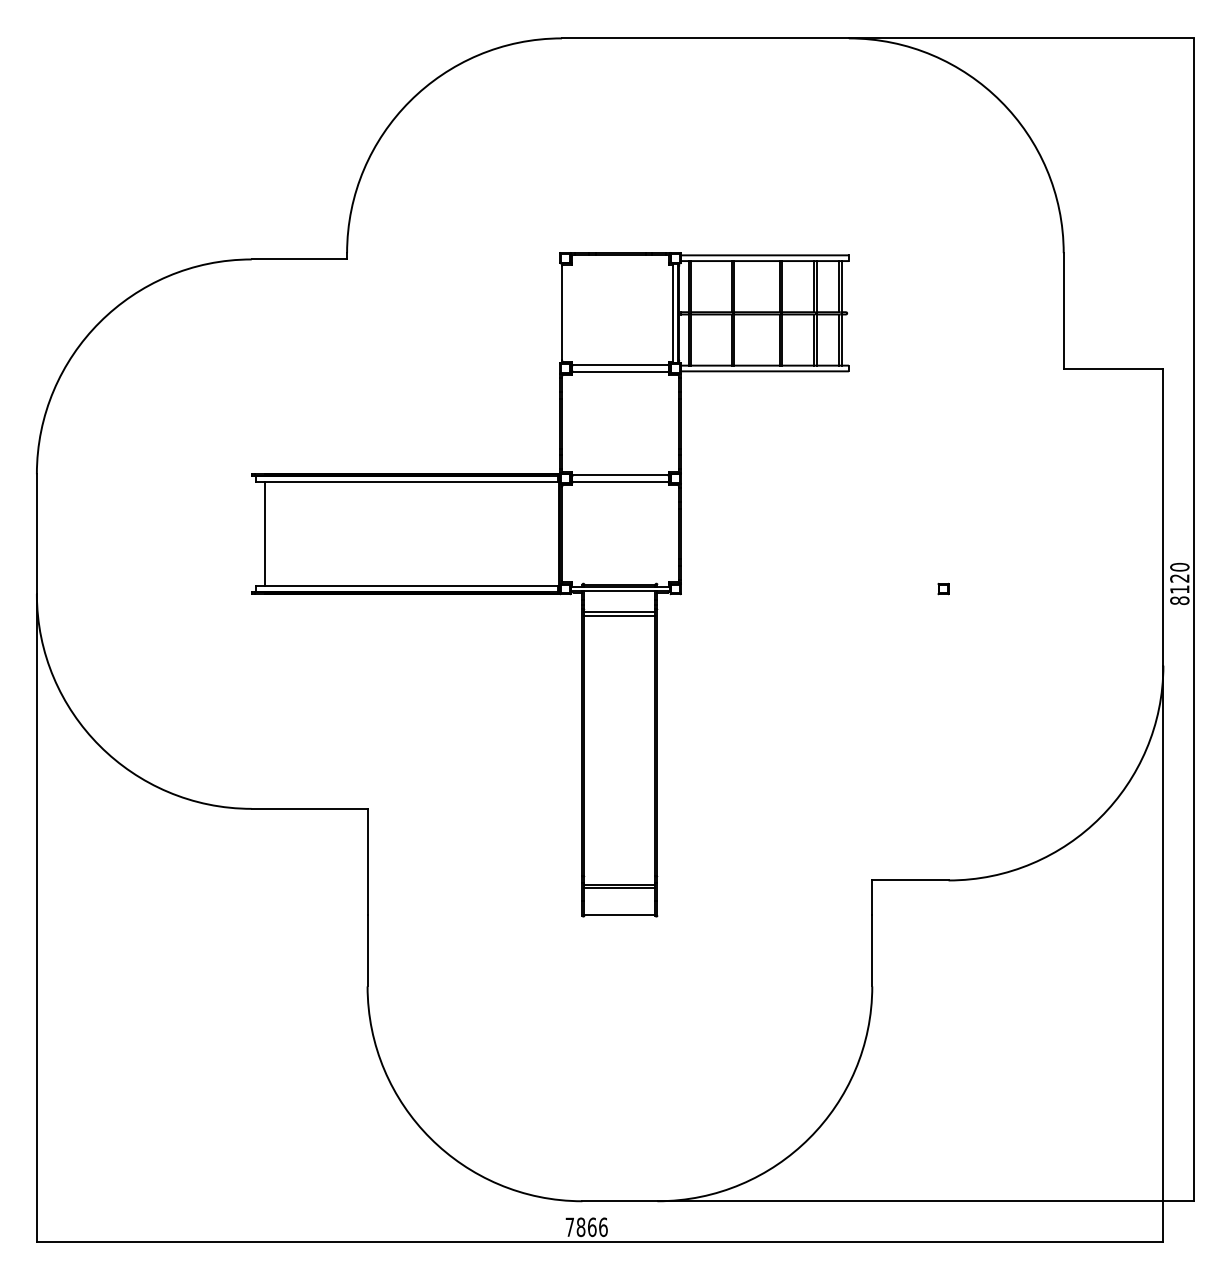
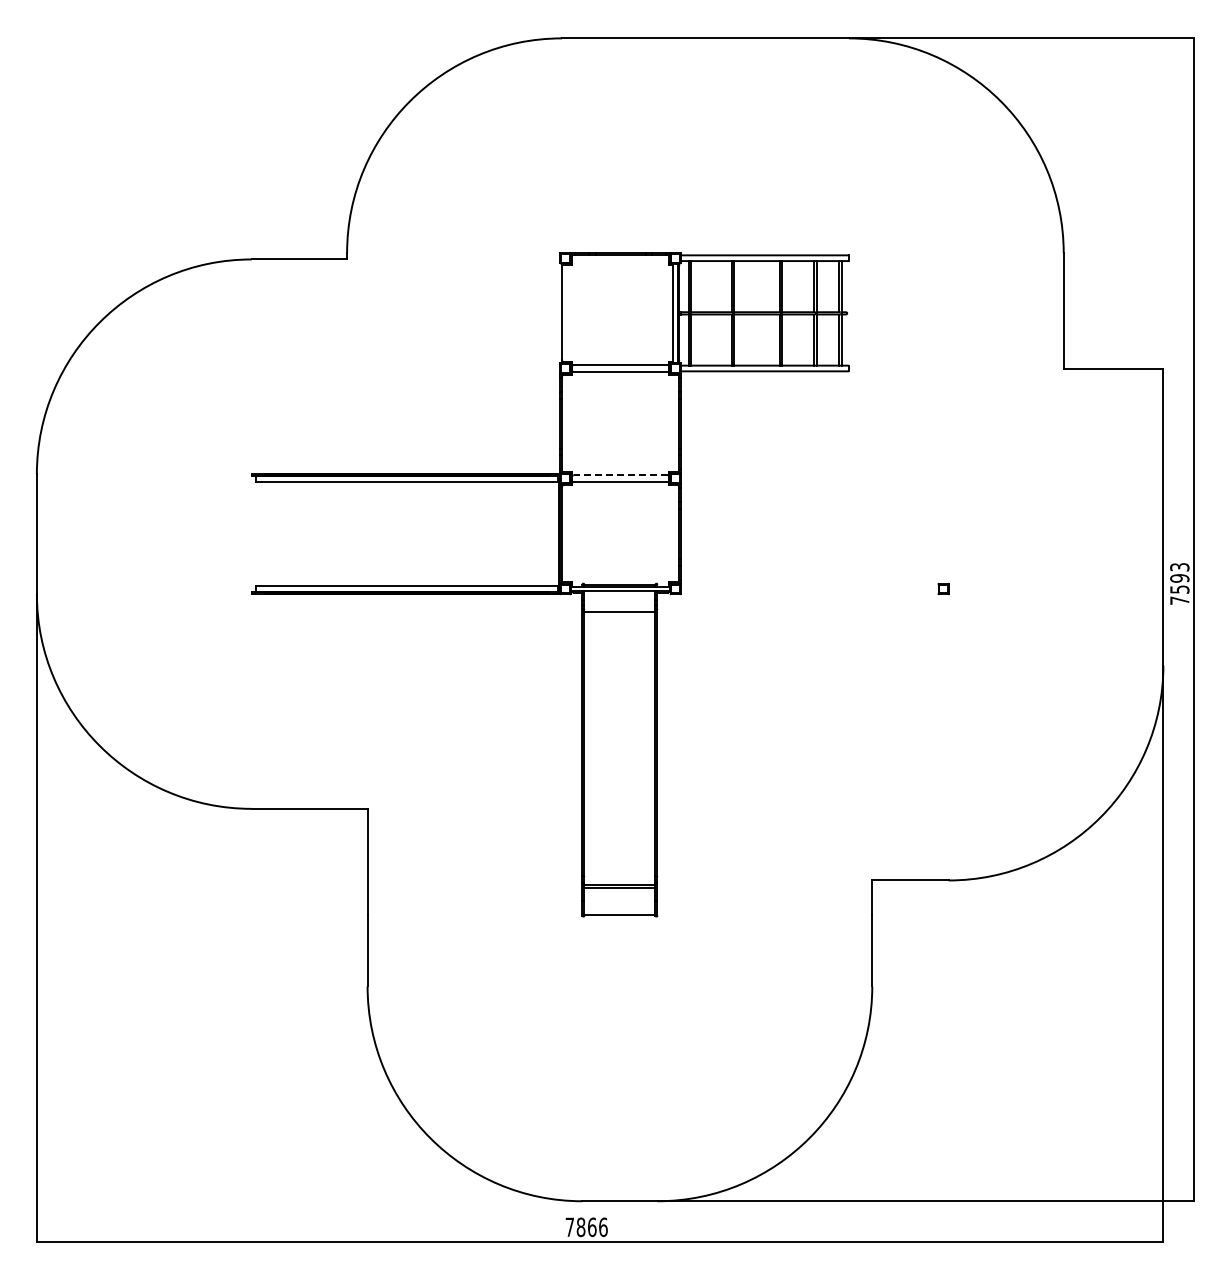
line at (620, 475): solid -> dashed
line at (265, 533): present -> none
text at (1179, 583): 8120 -> 7593
line at (619, 616): present -> none
